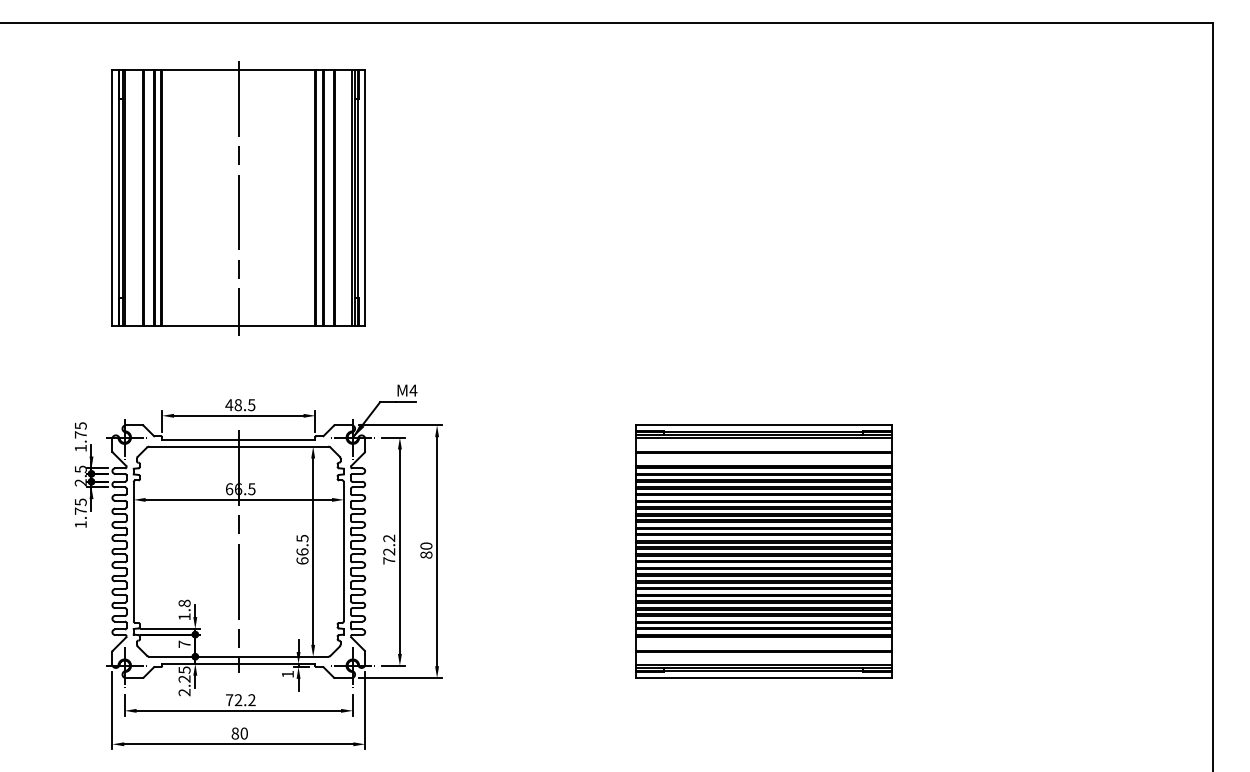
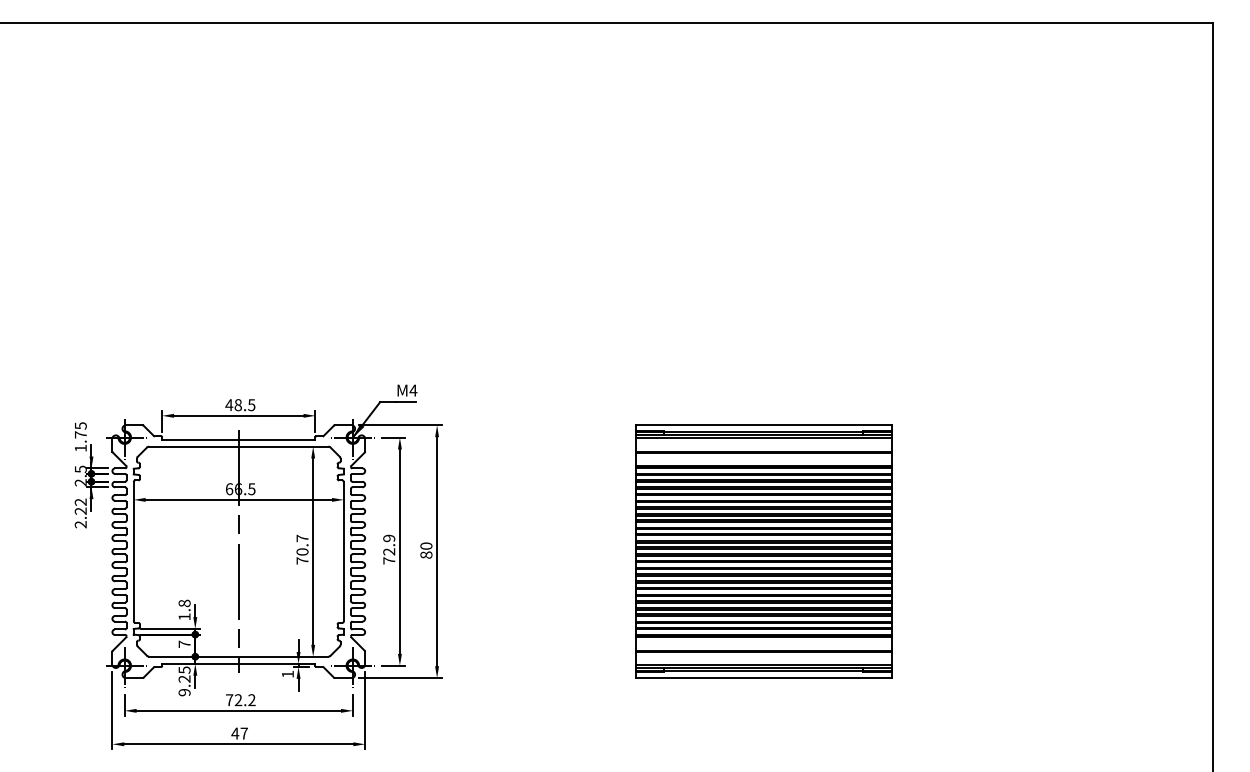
part at (238, 198): present -> none
text at (80, 513): 1.75 -> 2.22
text at (389, 538): 72.2 -> 72.9
text at (302, 549): 66.5 -> 70.7
text at (184, 692): 2.25 -> 9.25
text at (239, 733): 80 -> 47
